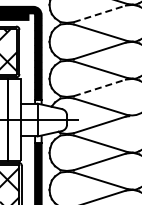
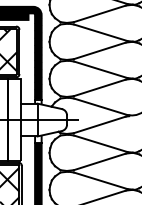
line at (100, 13): dashed -> solid
line at (100, 87): dashed -> solid
